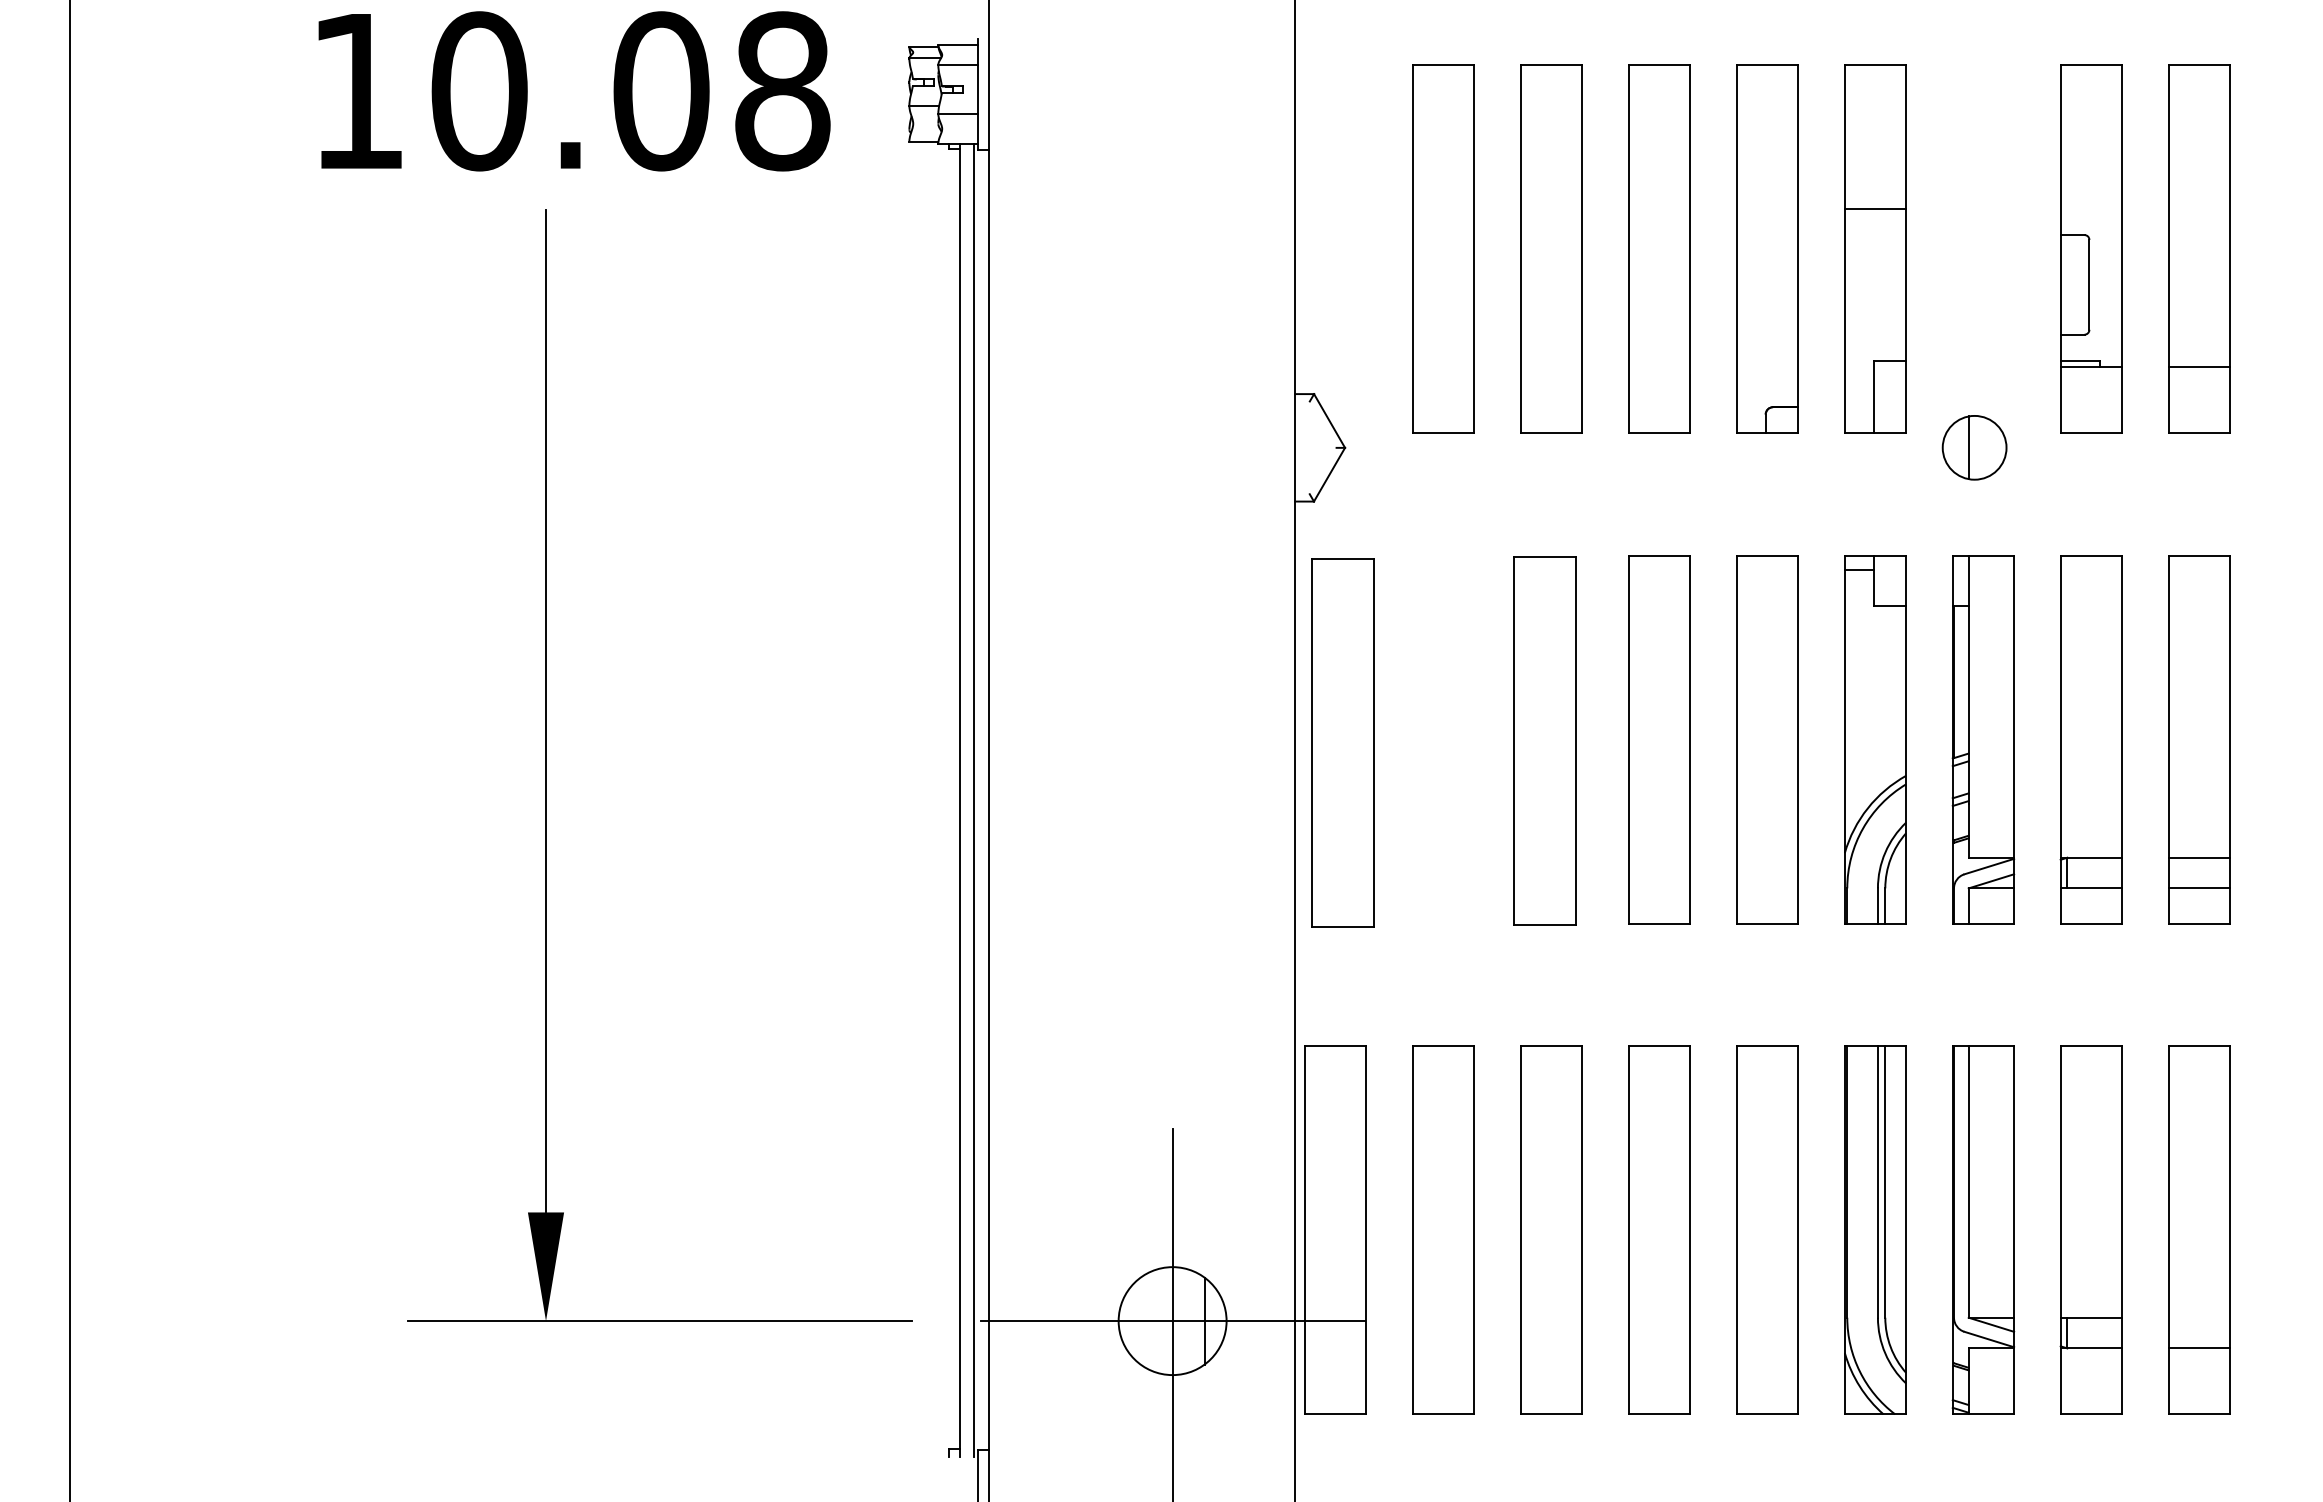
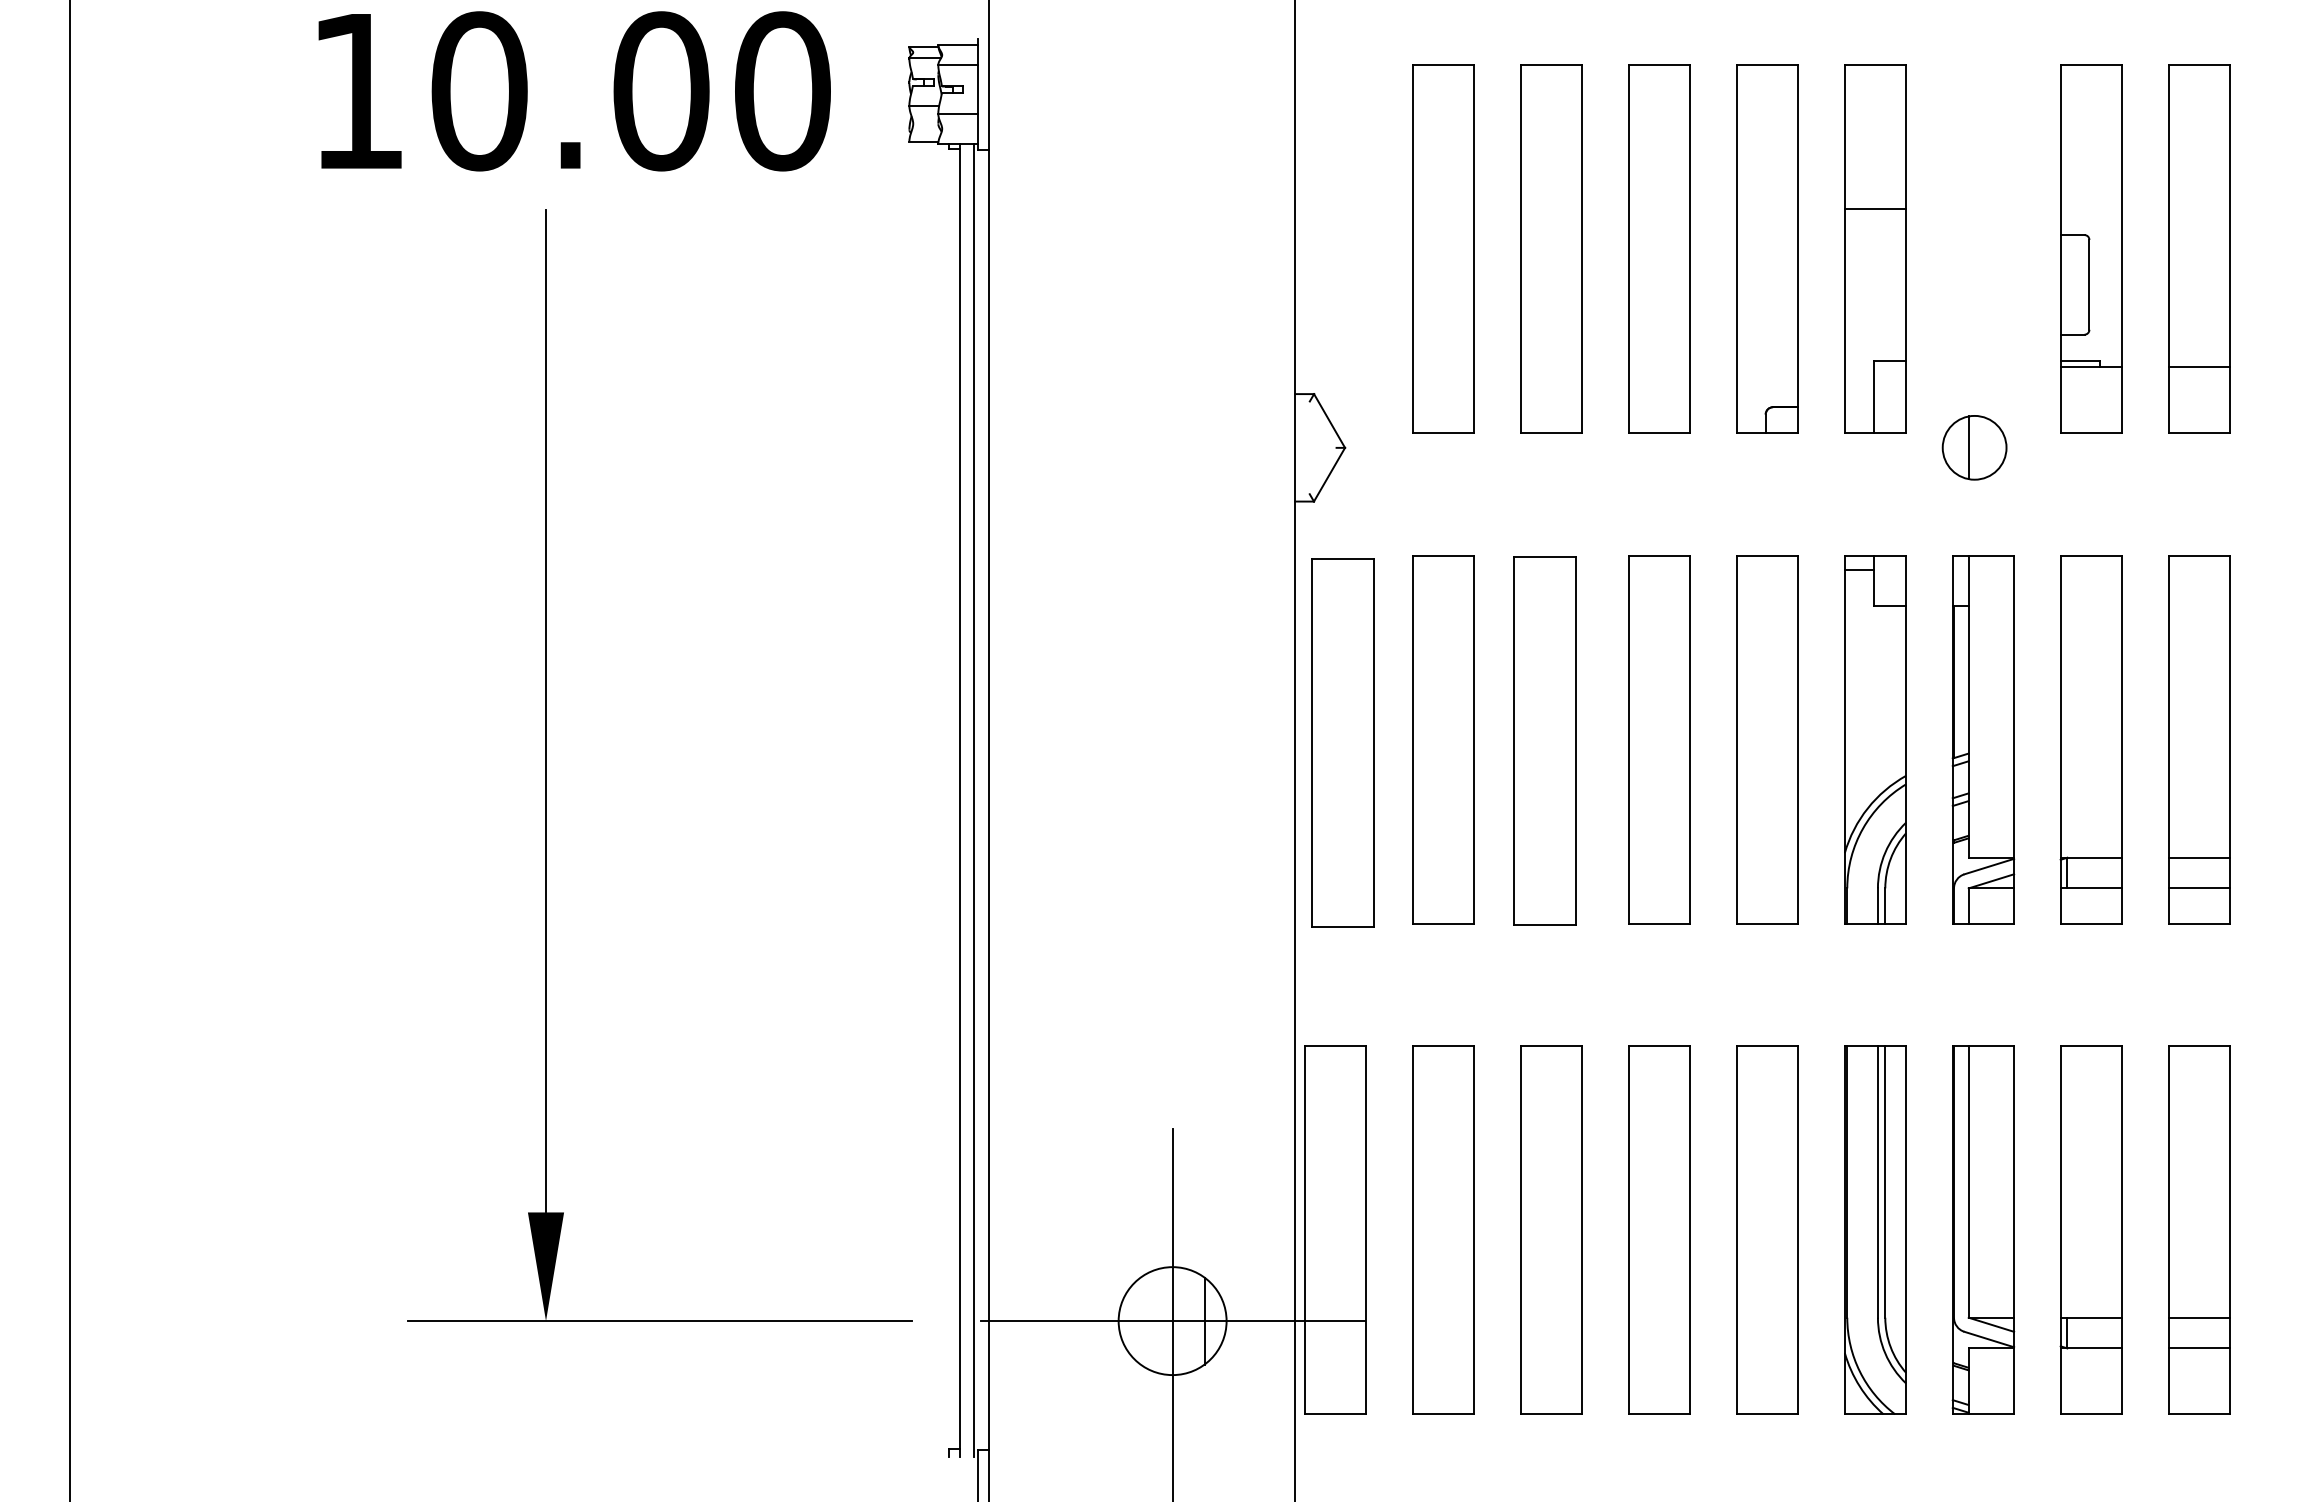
text at (782, 91): 10.08 -> 10.00
part at (1443, 739): none -> present
line at (2199, 1317): none -> present
